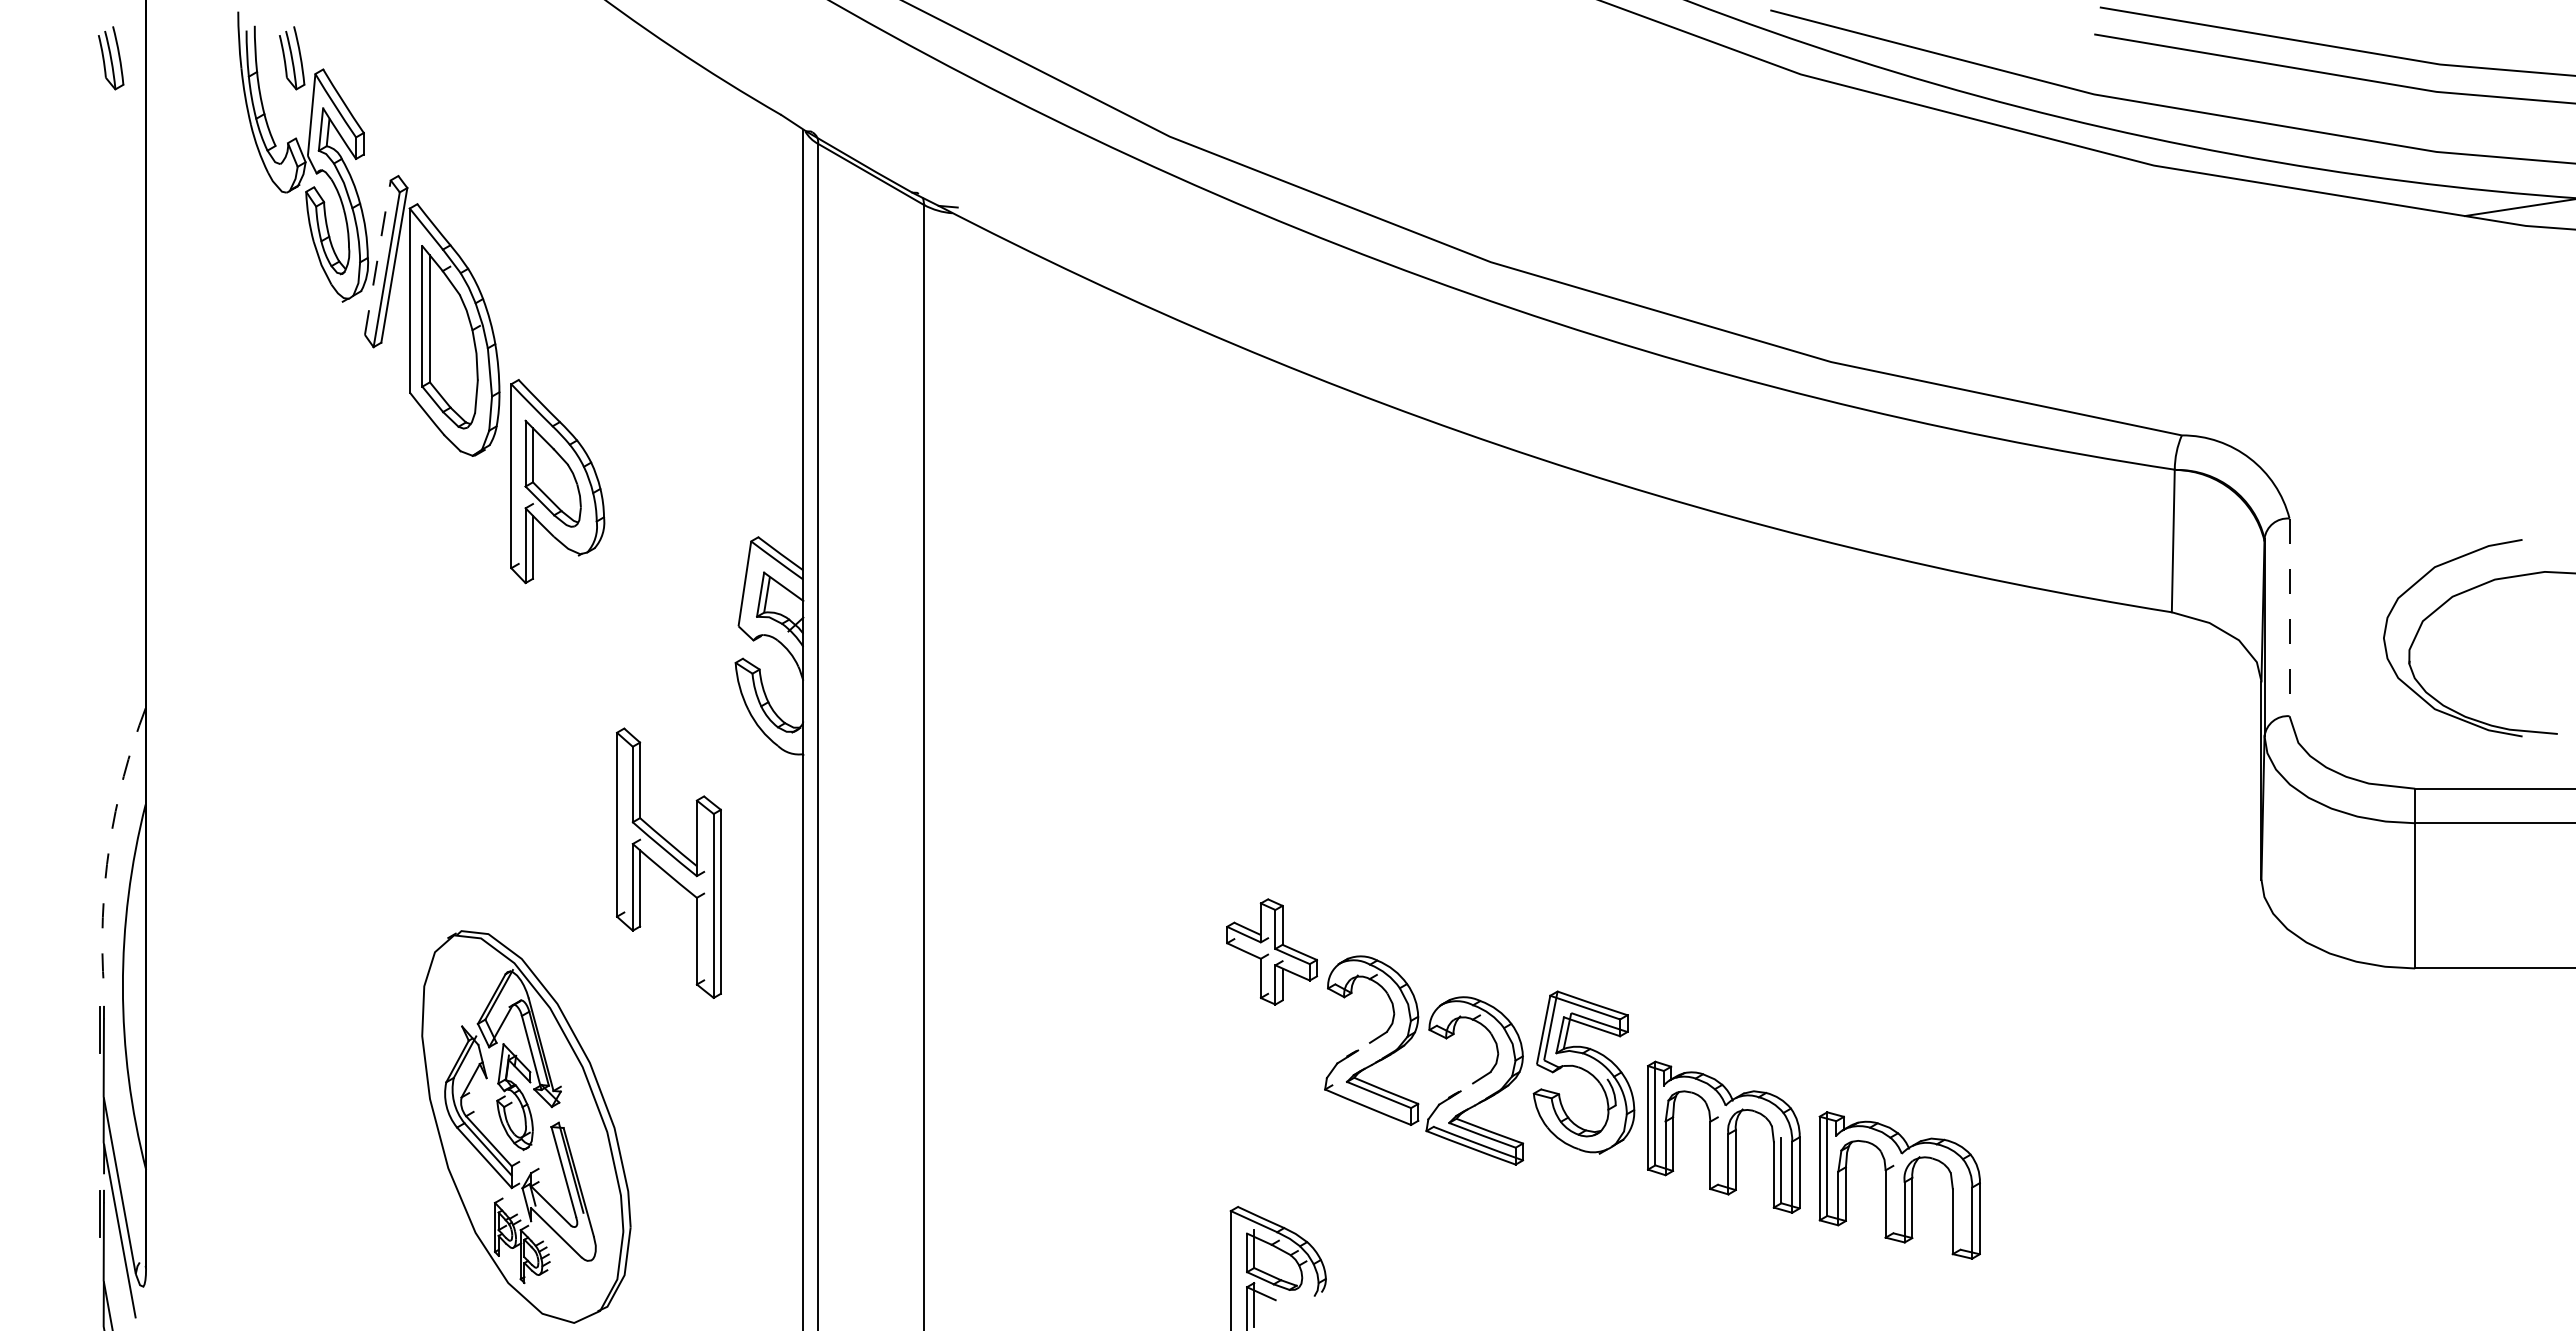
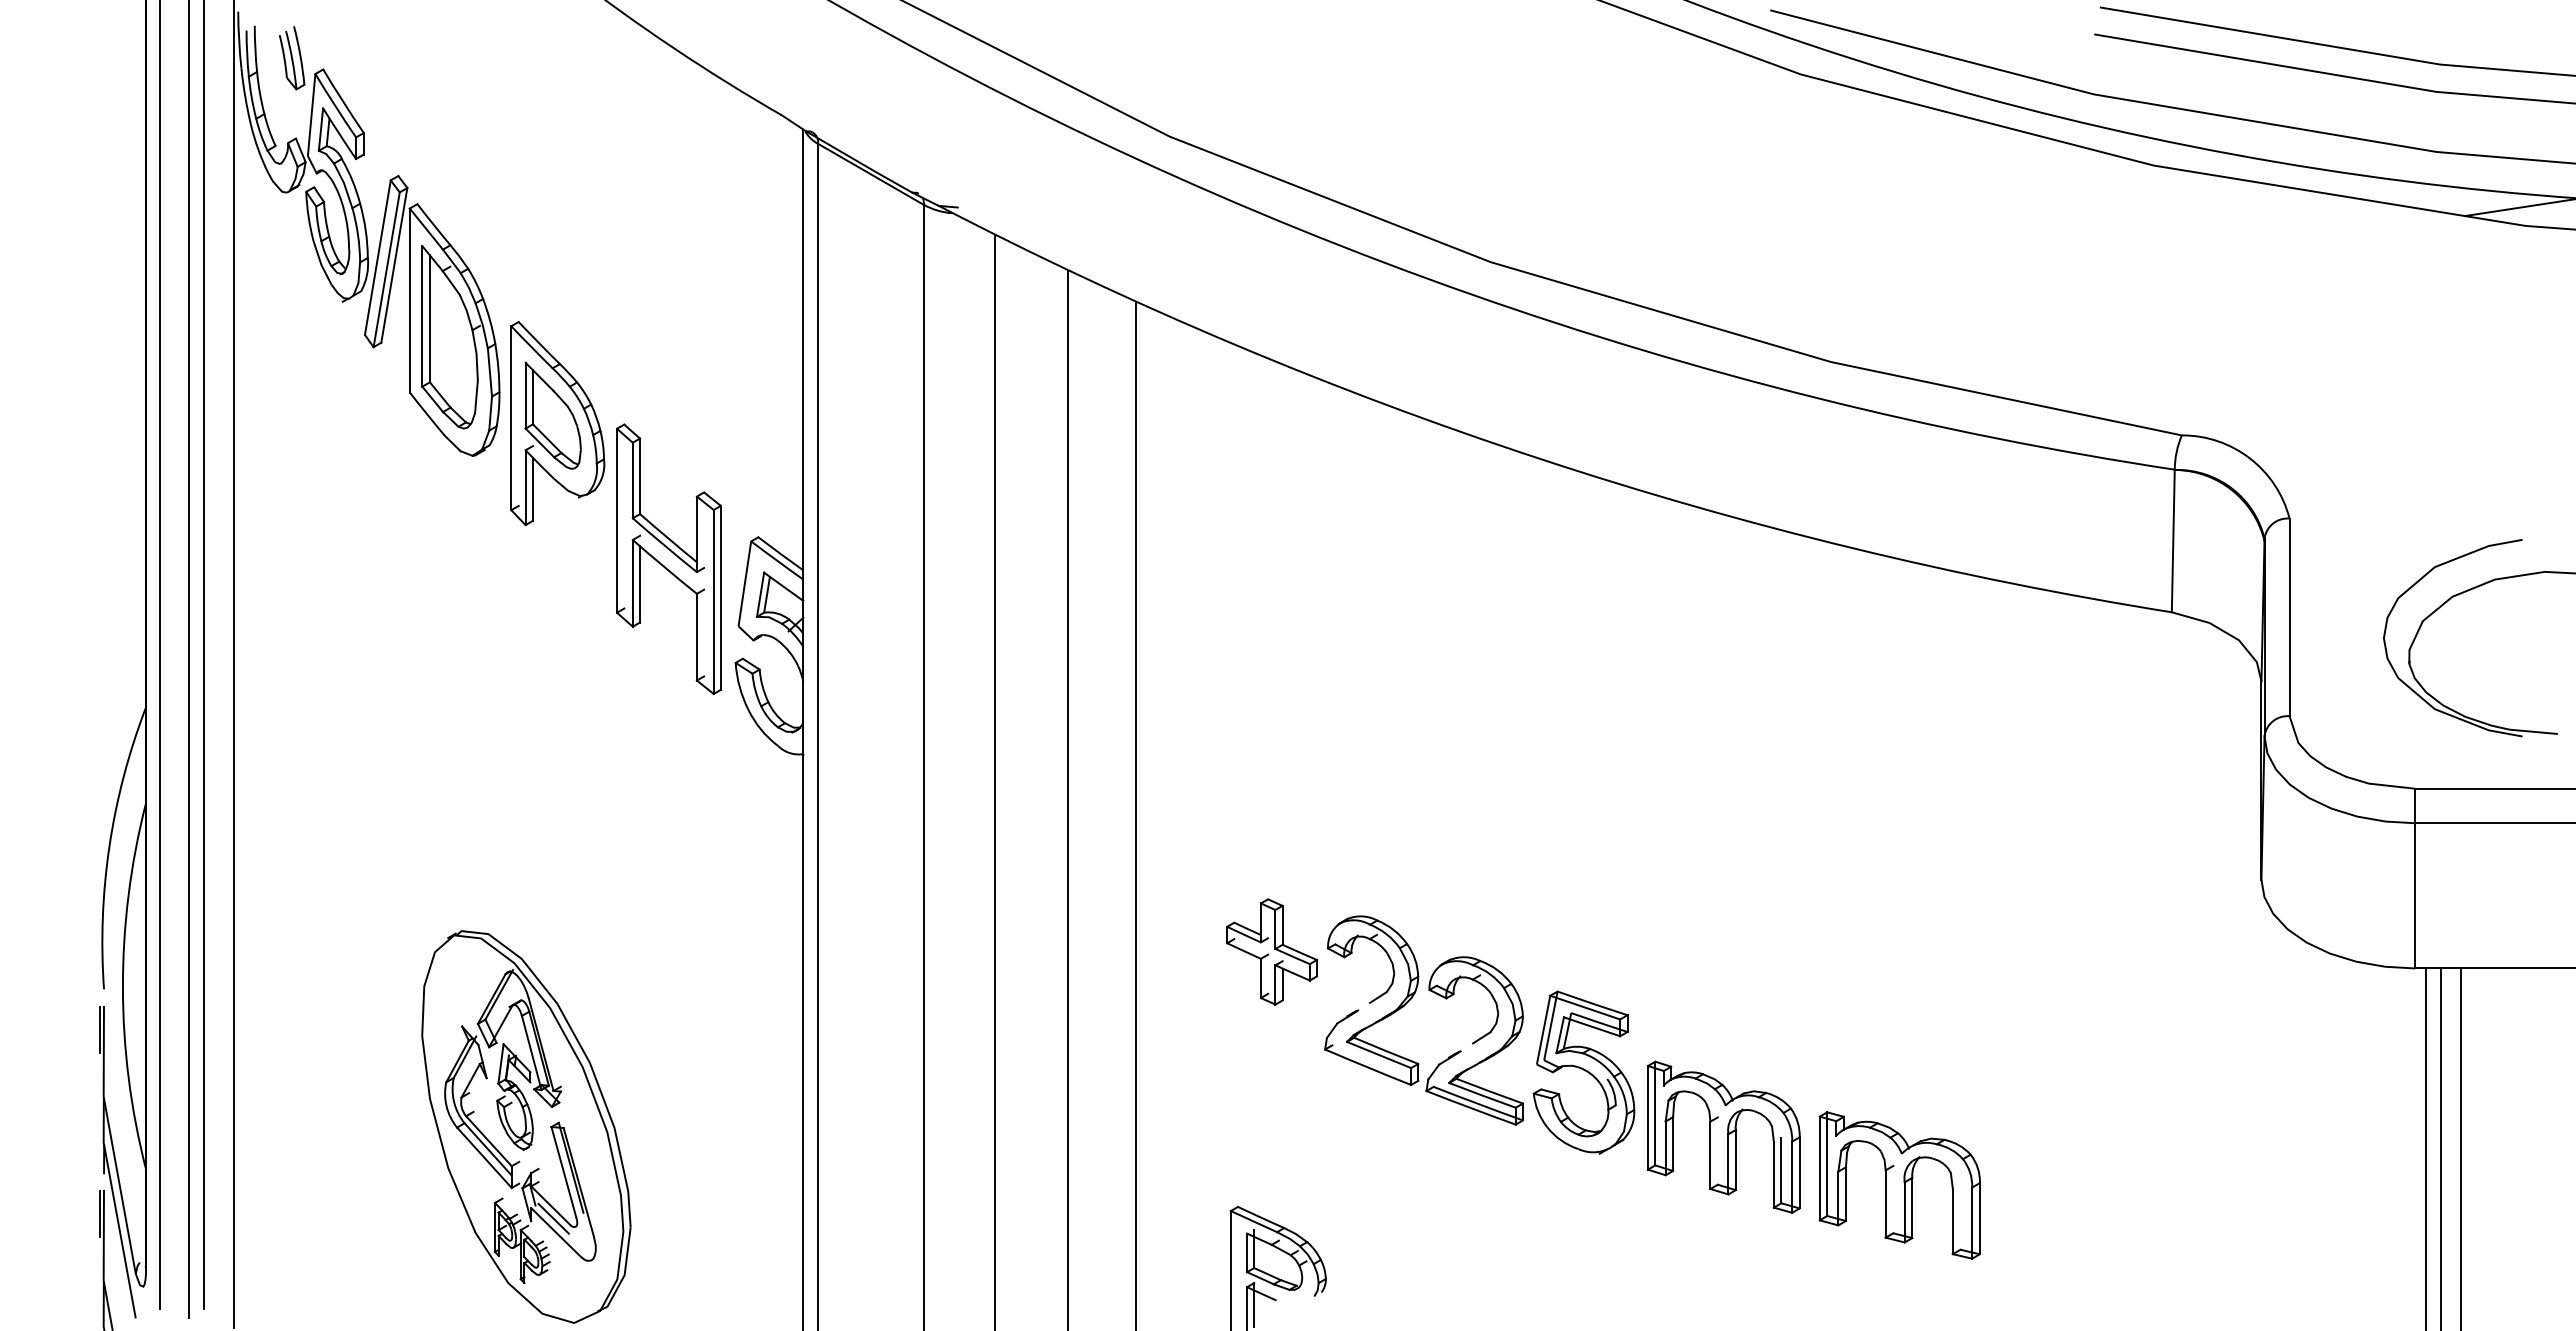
part at (111, 58): present -> none
line at (377, 257): dashed -> solid
part at (557, 481) position: (557, 481) -> (557, 423)
line at (2289, 617): dashed -> solid
line at (159, 655): none -> present
line at (204, 655): none -> present
line at (189, 660): none -> present
line at (233, 664): none -> present
line at (995, 781): none -> present
line at (1067, 799): none -> present
line at (1136, 815): none -> present
arc at (109, 846): dashed -> solid
part at (668, 862) position: (668, 862) -> (668, 558)
part at (1407, 1043) position: (1407, 1043) -> (1407, 1003)
line at (2425, 1147): none -> present
line at (2441, 1147): none -> present
line at (2461, 1147): none -> present
line at (553, 1218): none -> present
